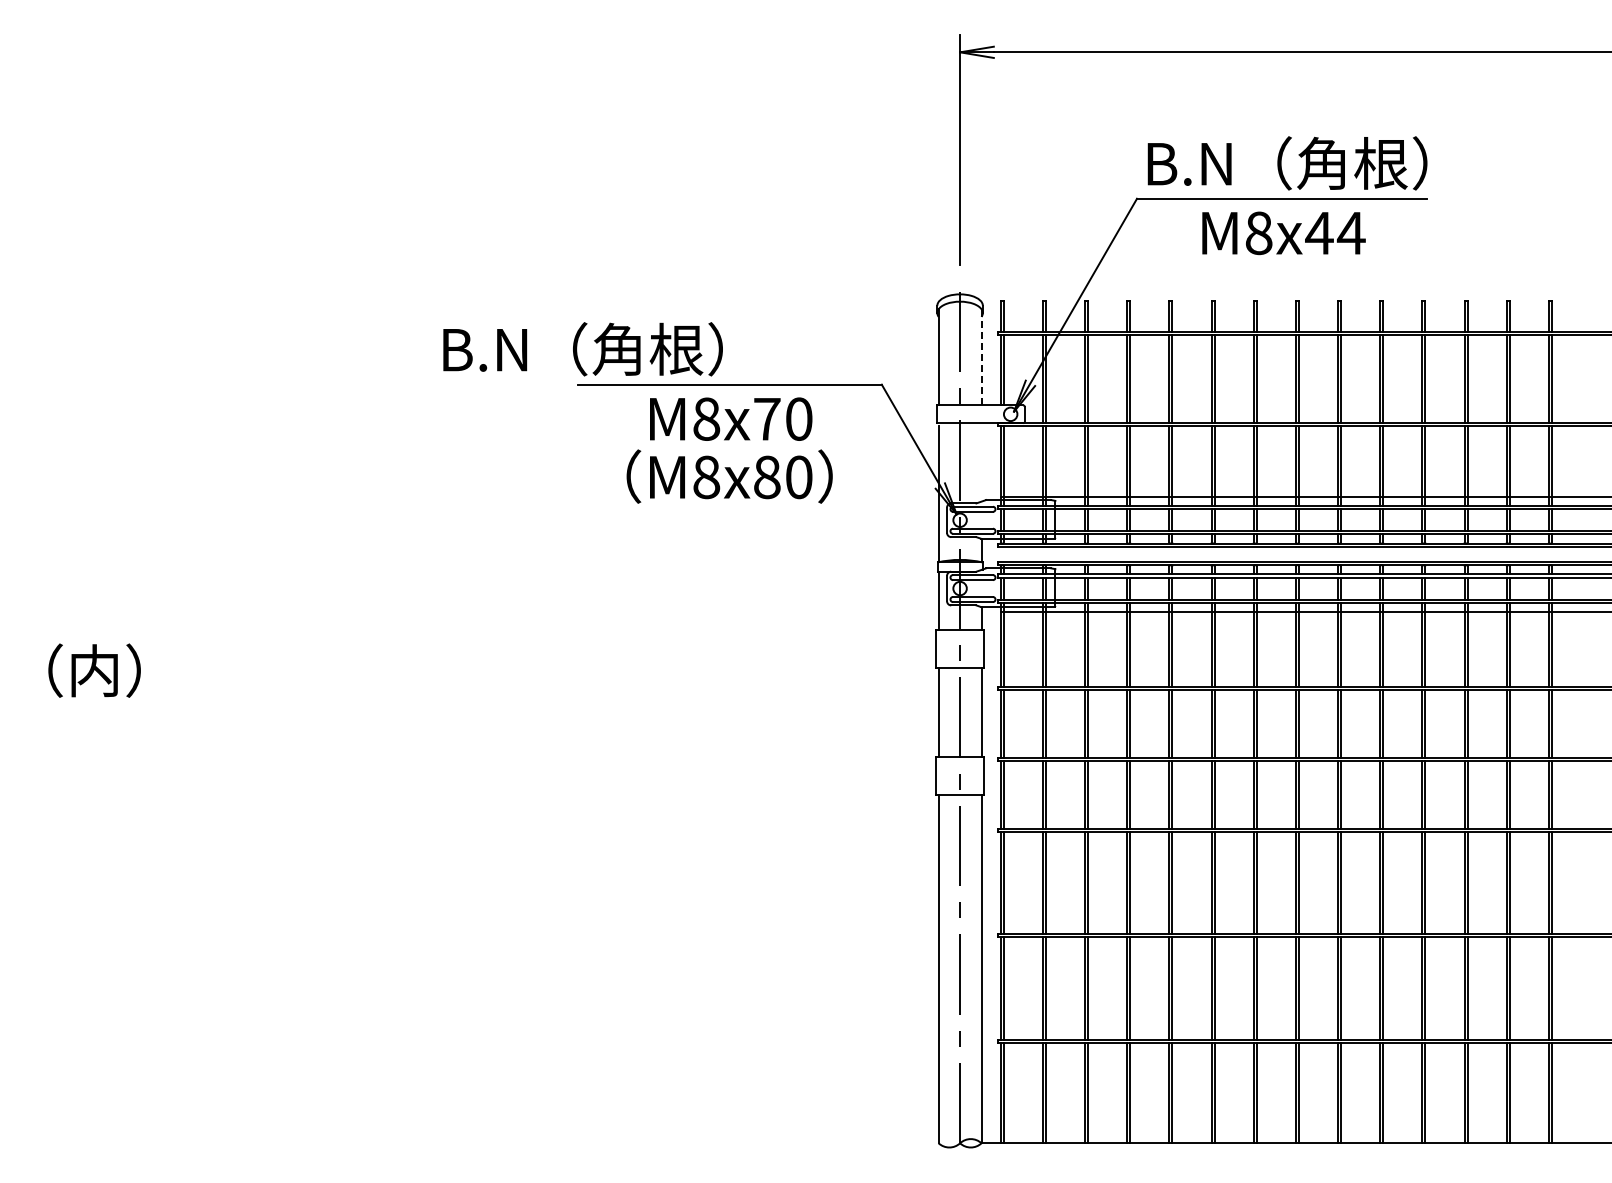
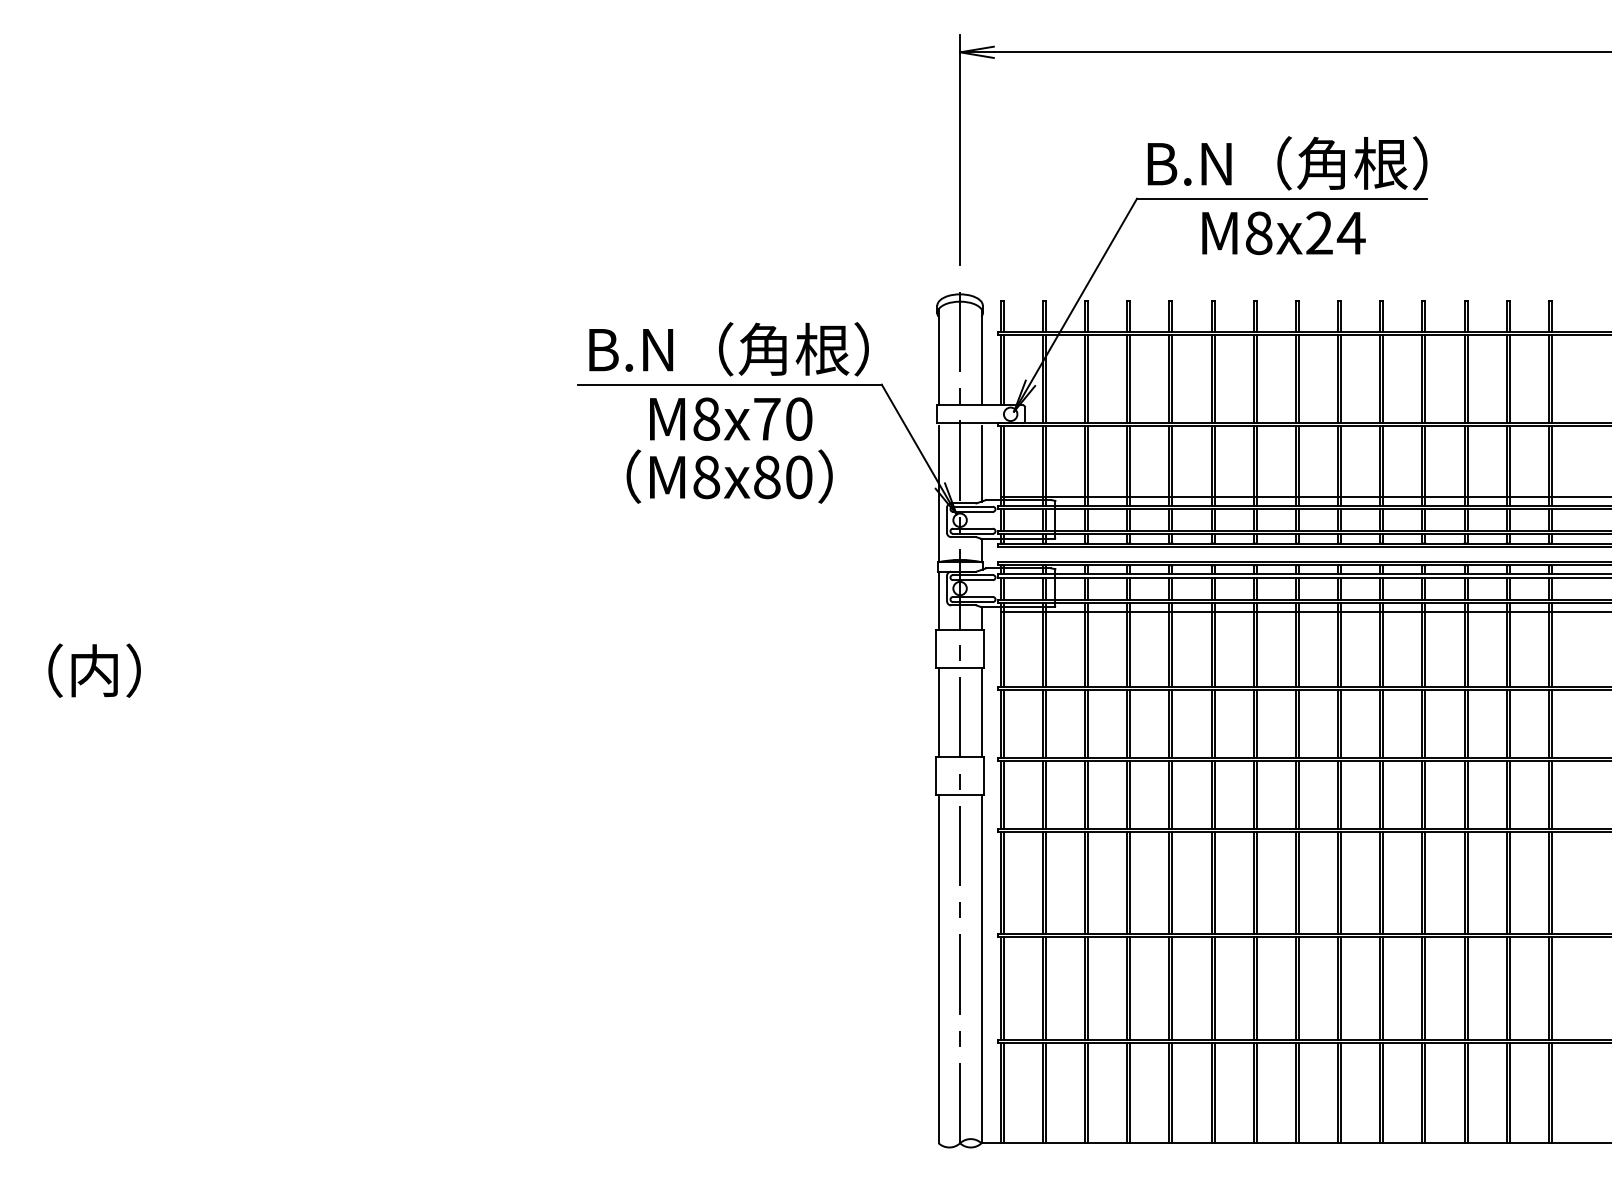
text at (1319, 232): M8x44 -> M8x24
text at (582, 349) position: (582, 349) -> (728, 349)
line at (981, 356): dashed -> solid
line at (981, 463): none -> present
